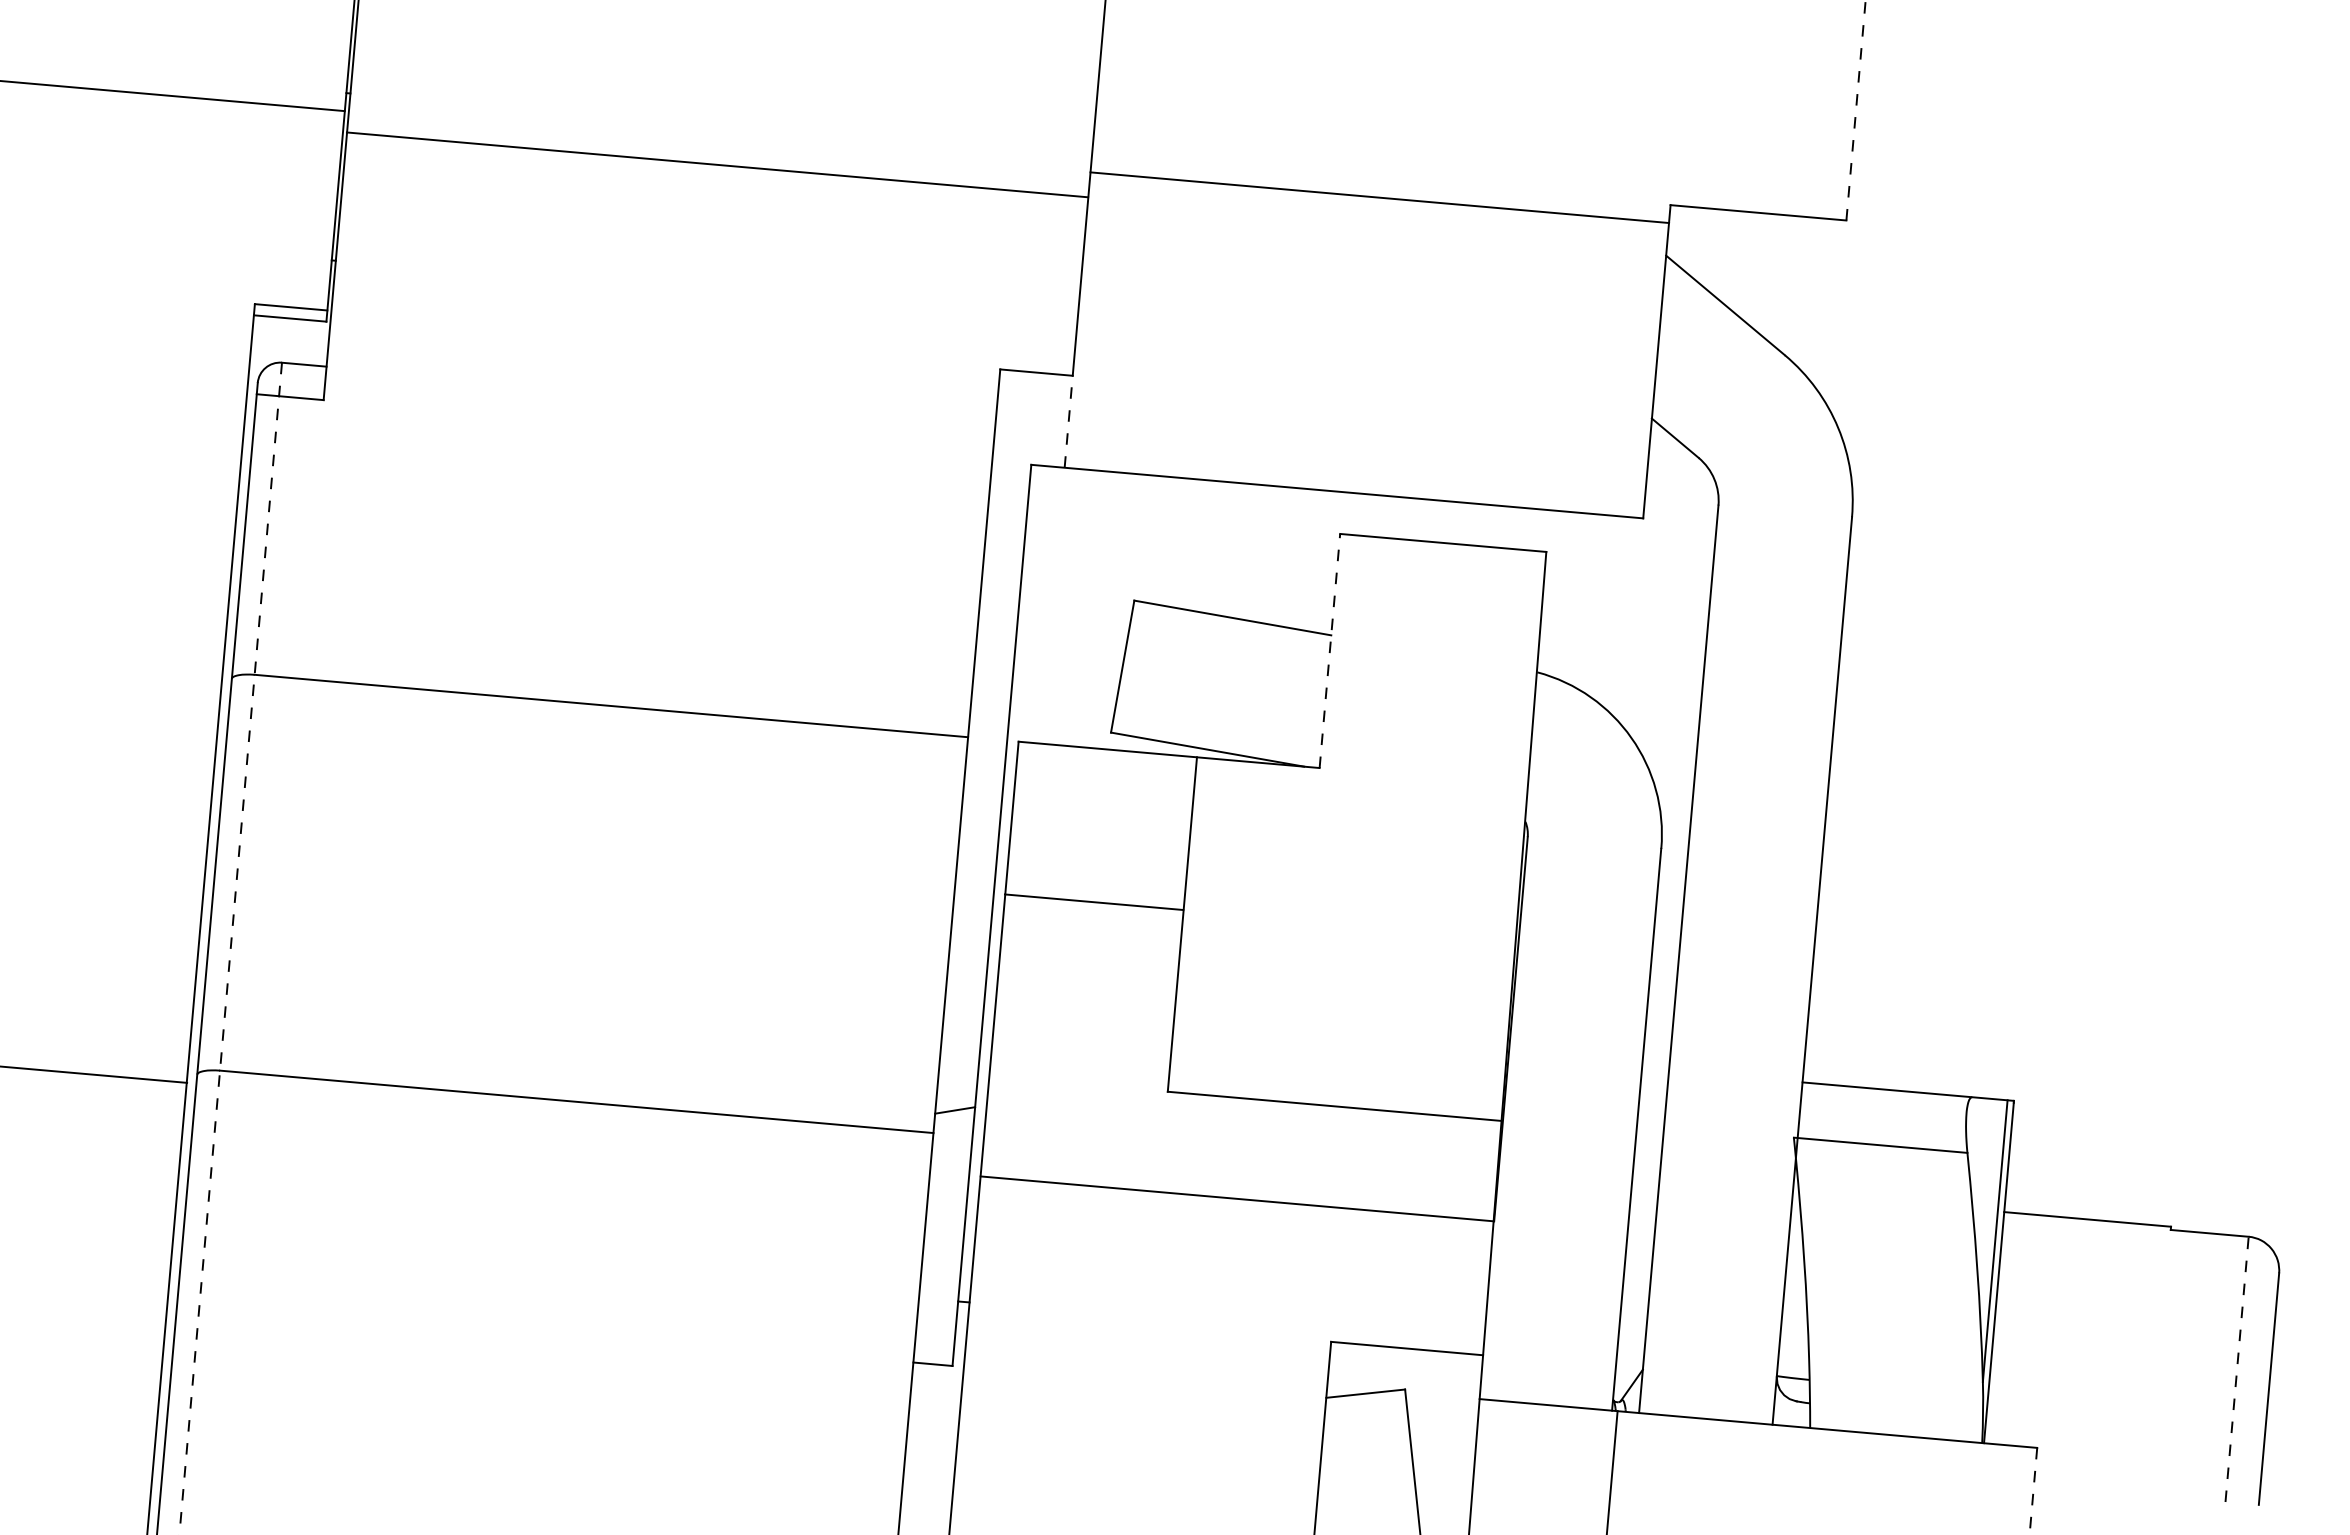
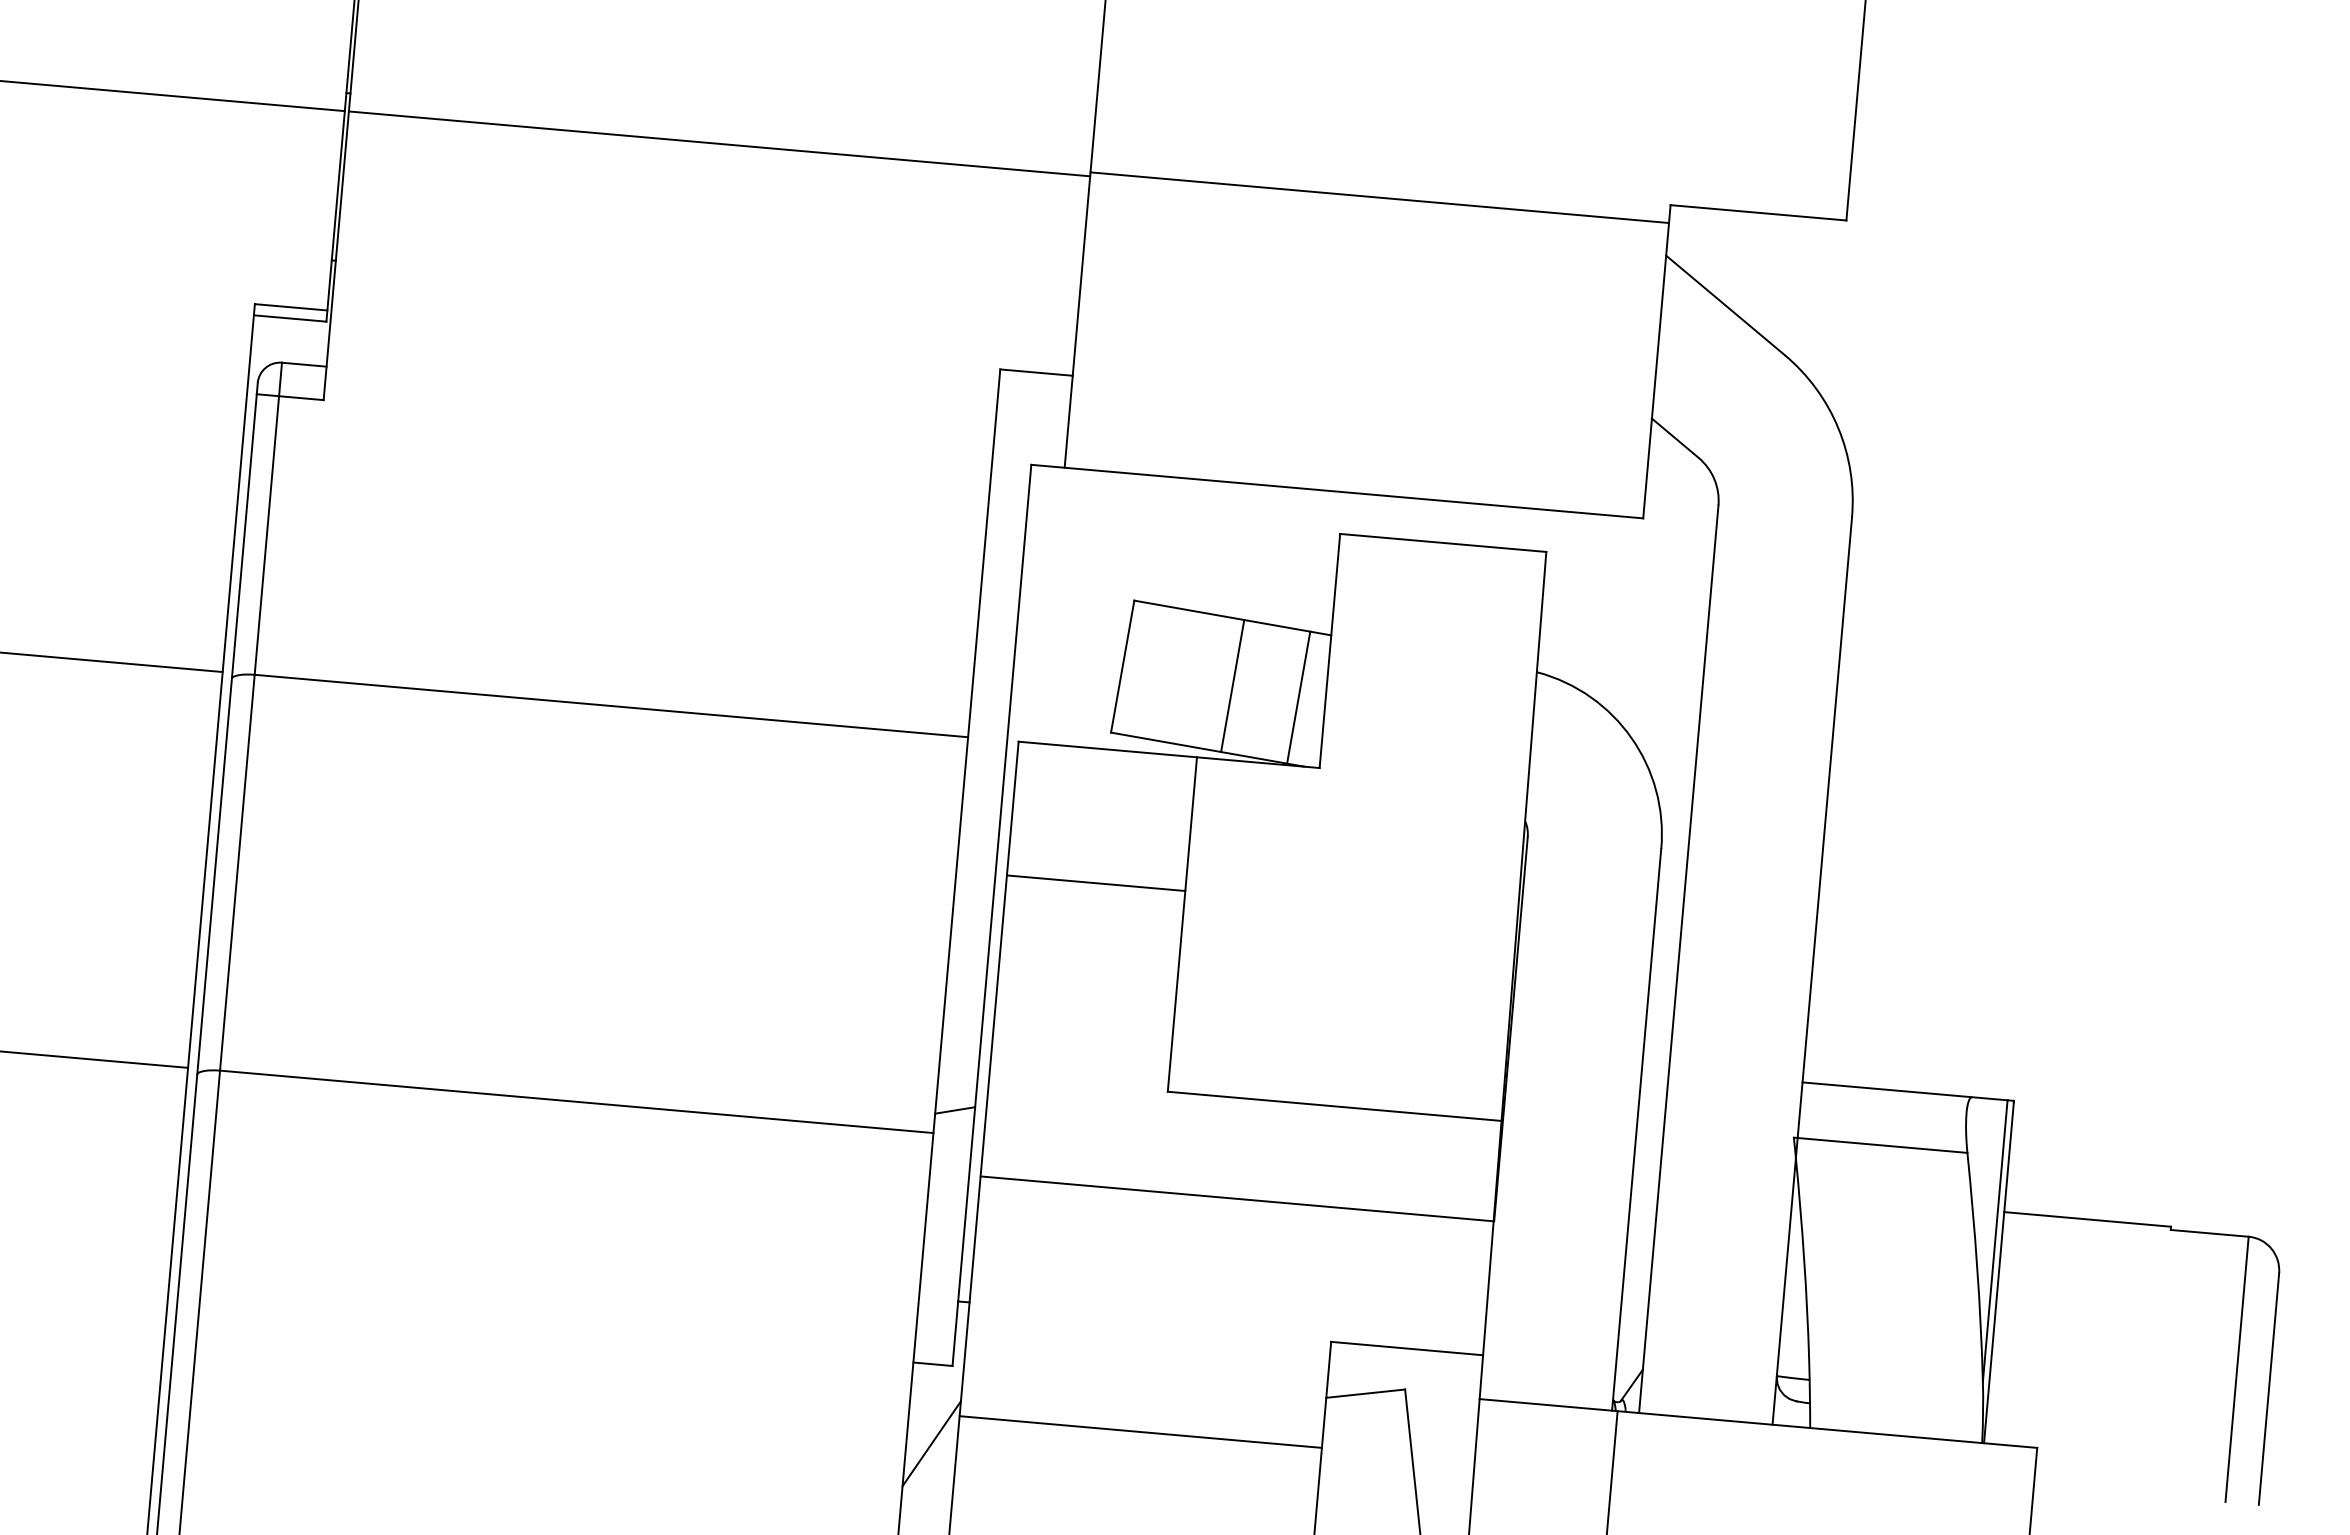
line at (1856, 109): dashed -> solid
line at (717, 164) position: (717, 164) -> (719, 143)
line at (1068, 421): dashed -> solid
line at (1329, 650): dashed -> solid
line at (112, 662): none -> present
line at (1232, 685): none -> present
line at (1298, 697): none -> present
line at (1093, 902) position: (1093, 902) -> (1095, 883)
line at (230, 949): dashed -> solid
line at (94, 1074) position: (94, 1074) -> (95, 1059)
line at (2237, 1368): dashed -> solid
line at (1140, 1431): none -> present
line at (931, 1443): none -> present
line at (2033, 1491): dashed -> solid
